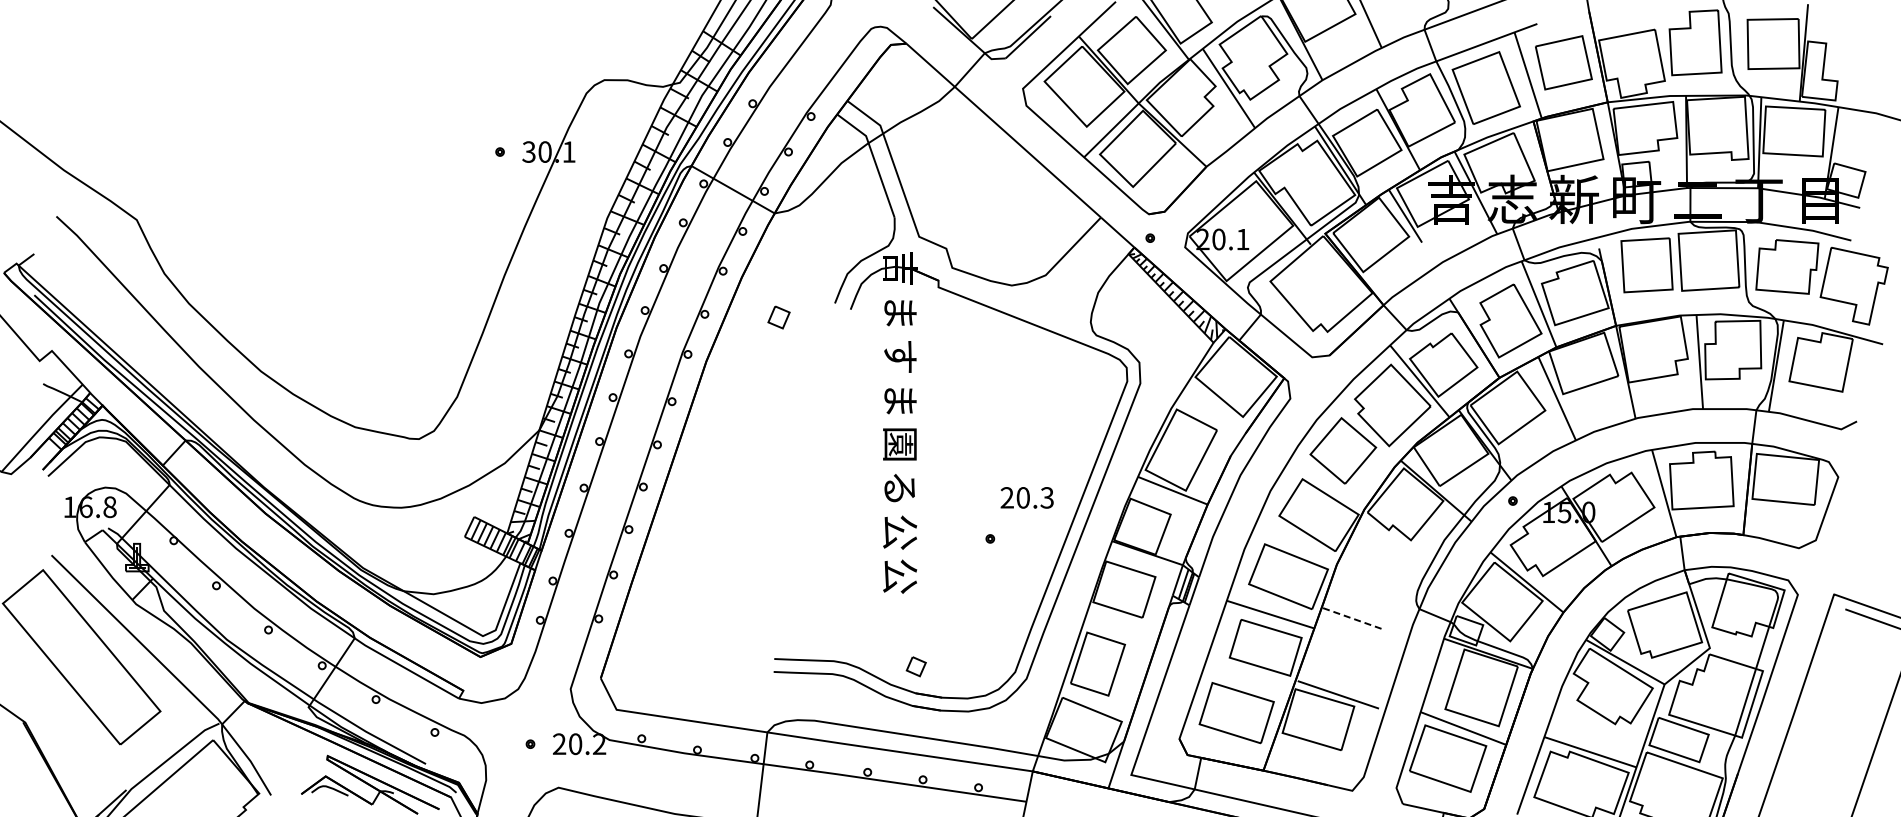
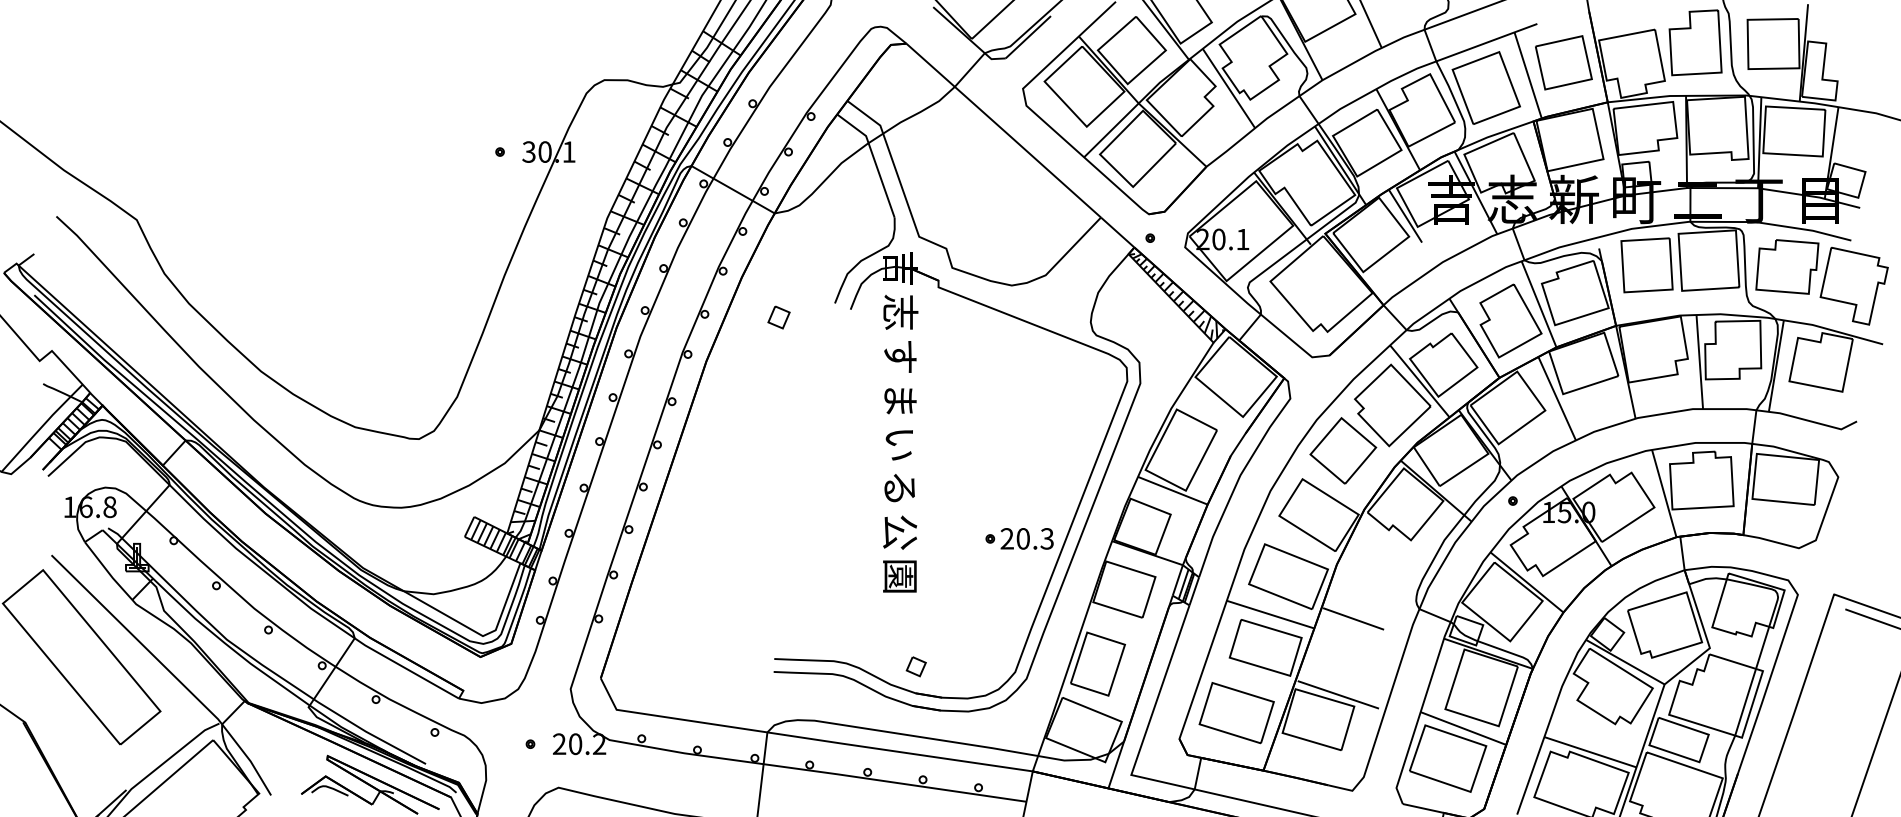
text at (900, 311): ま -> 志
text at (899, 444): 園 -> い
text at (1026, 497) position: (1026, 497) -> (1026, 538)
text at (900, 576): 公 -> 園
line at (1354, 619): dashed -> solid
